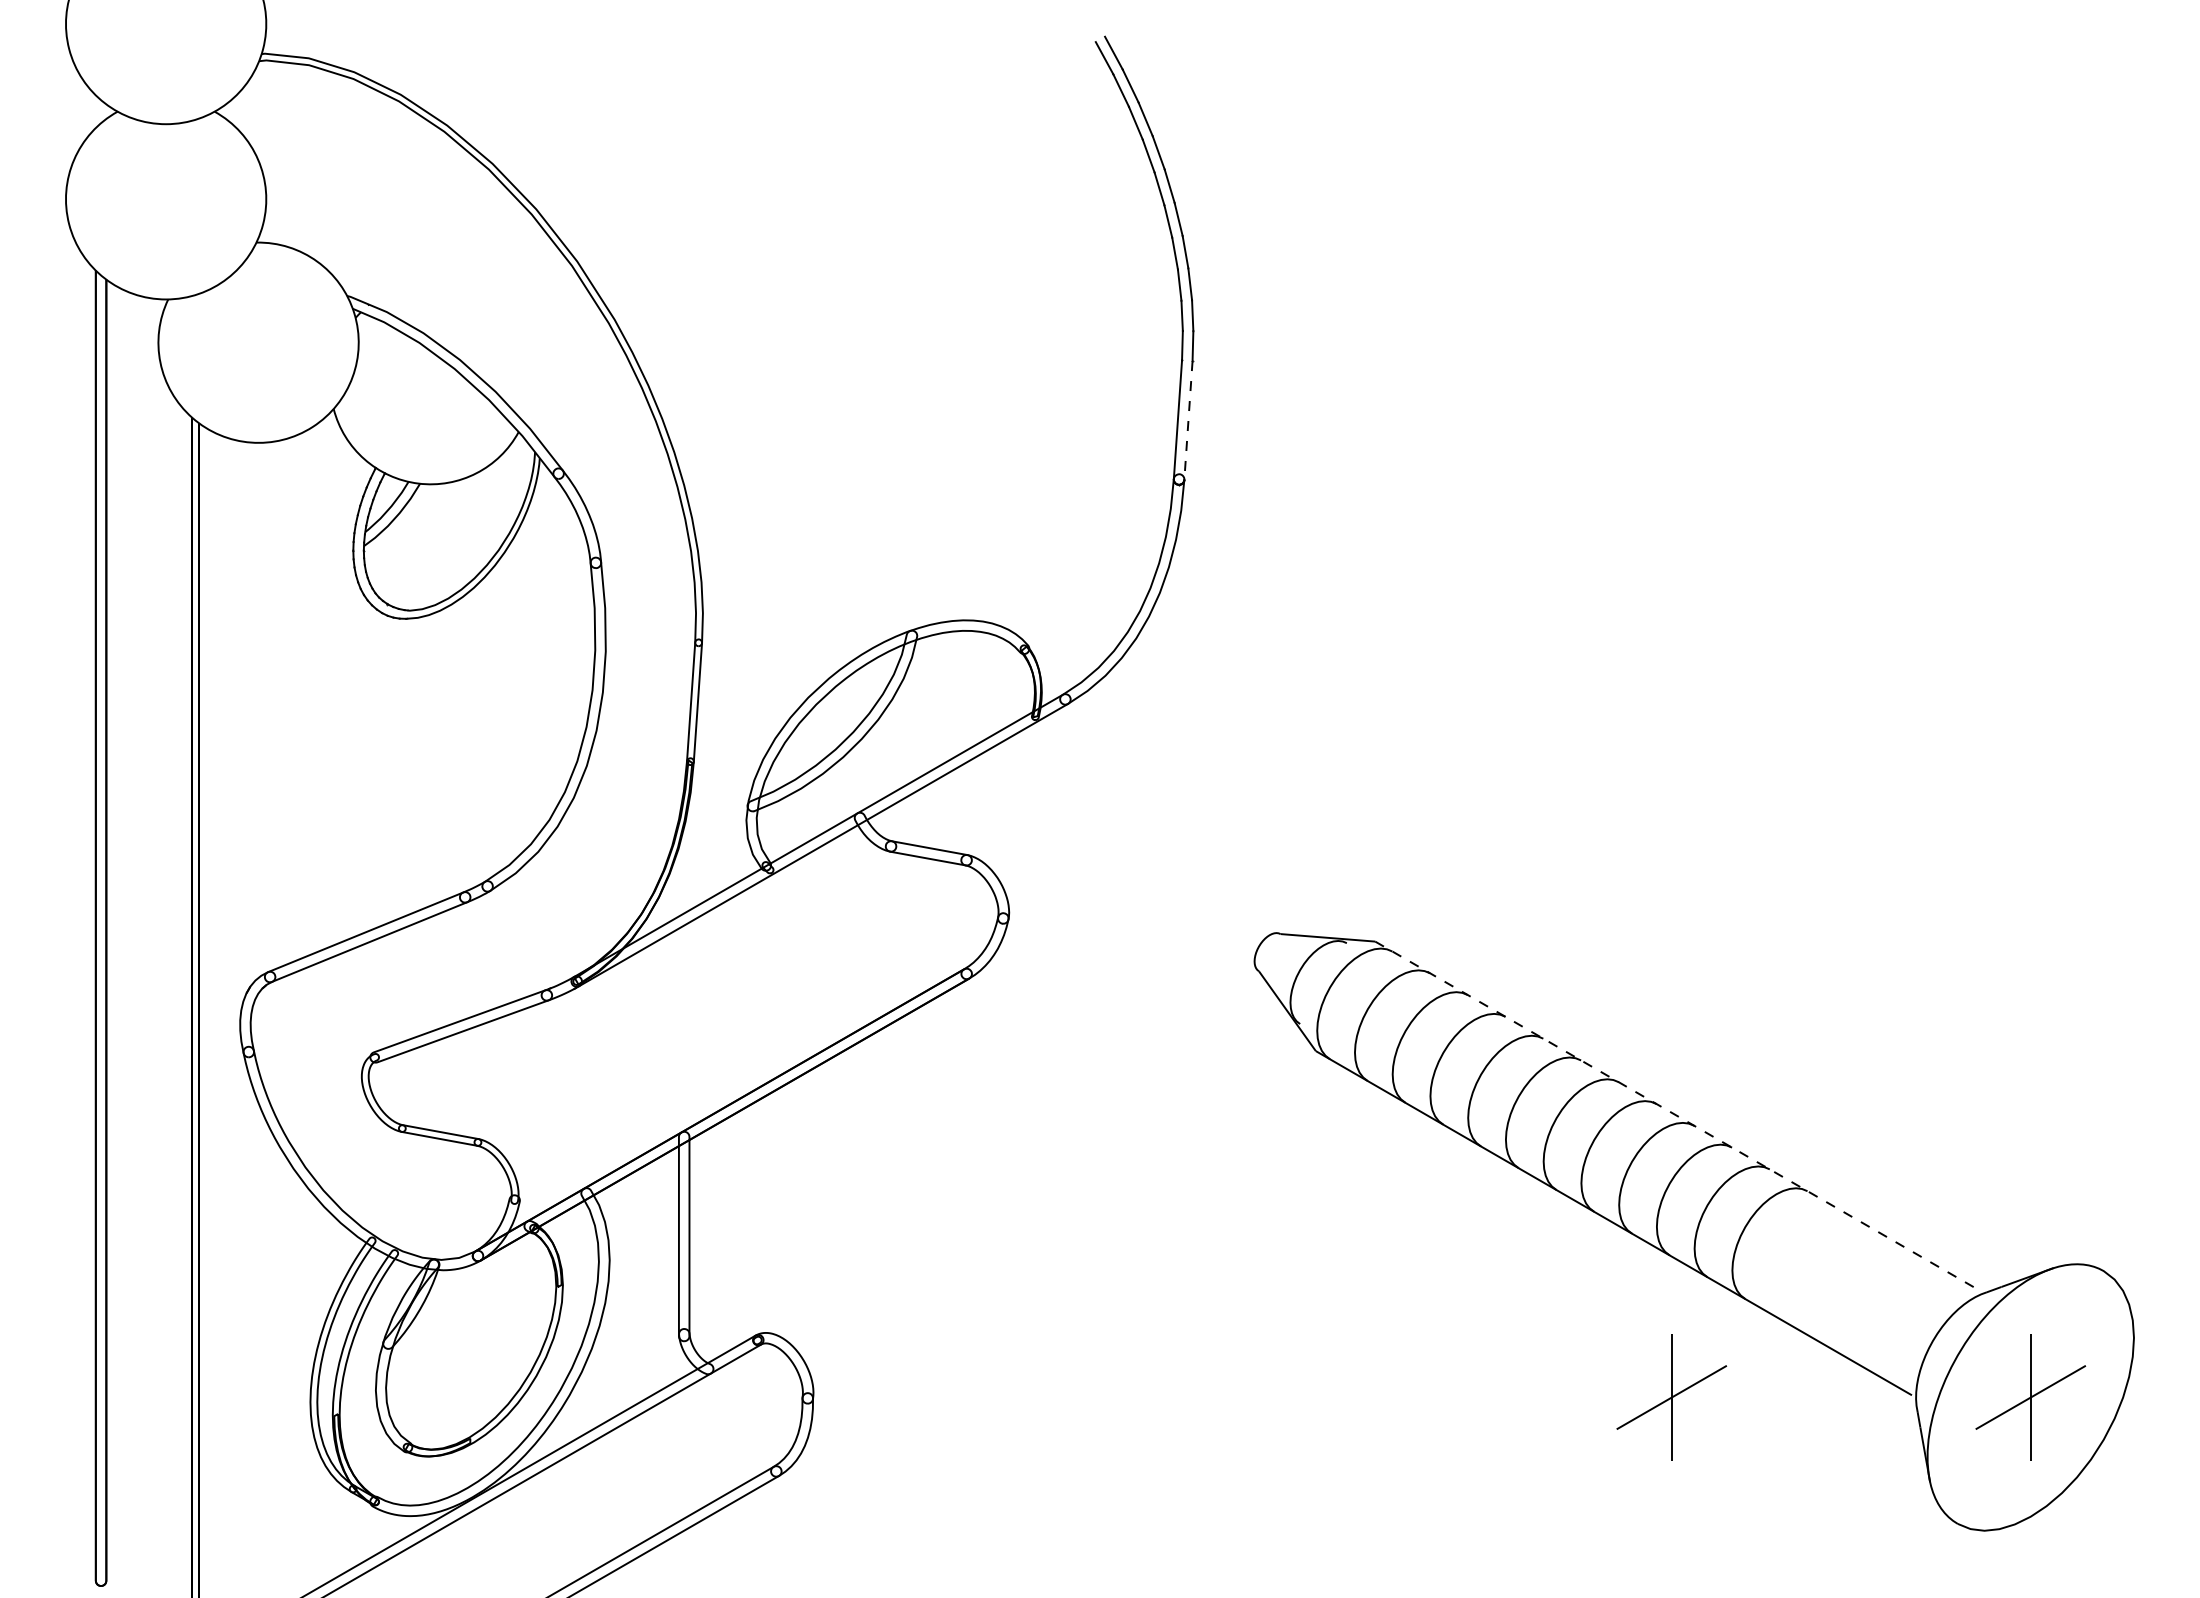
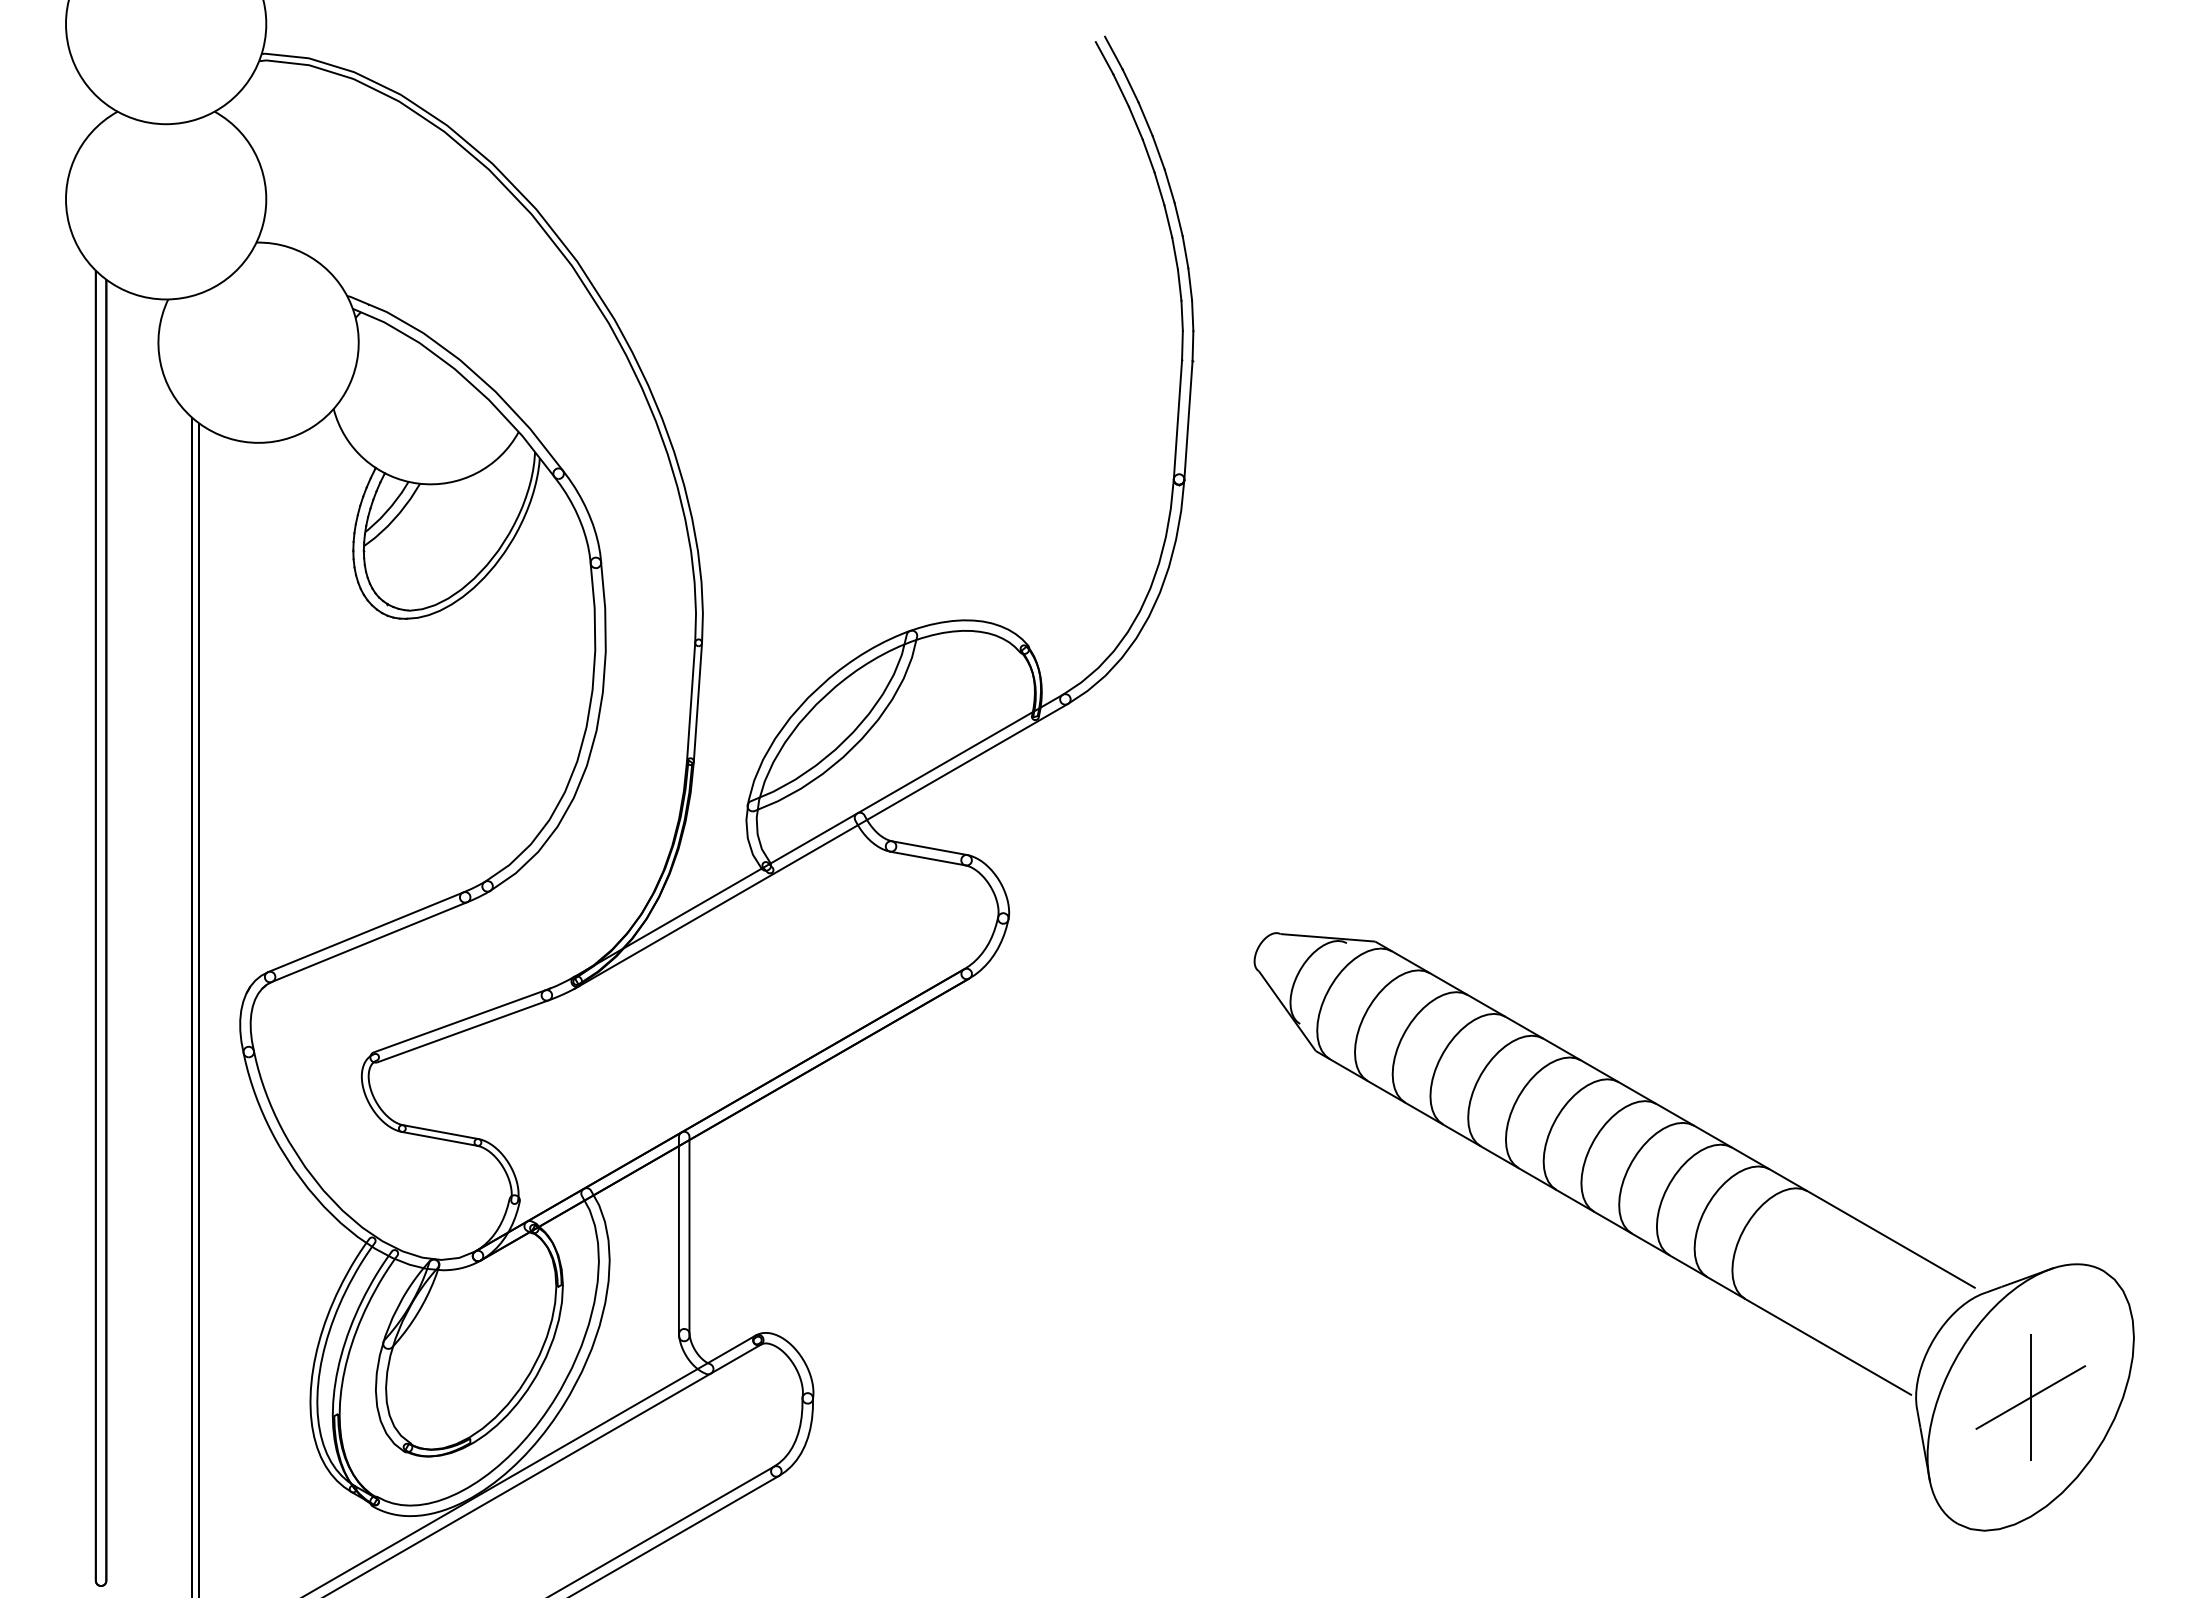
line at (1188, 420): dashed -> solid
line at (1675, 1114): dashed -> solid
part at (1671, 1397): present -> none
